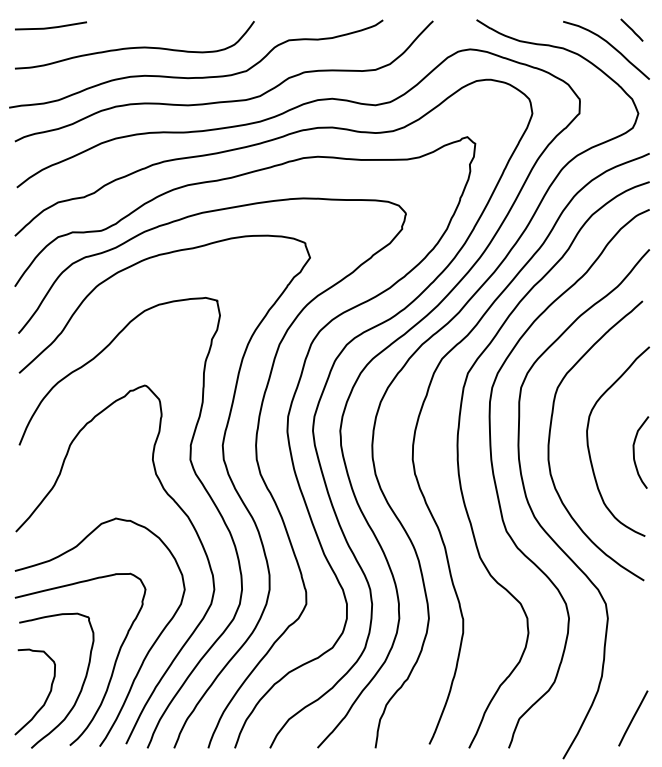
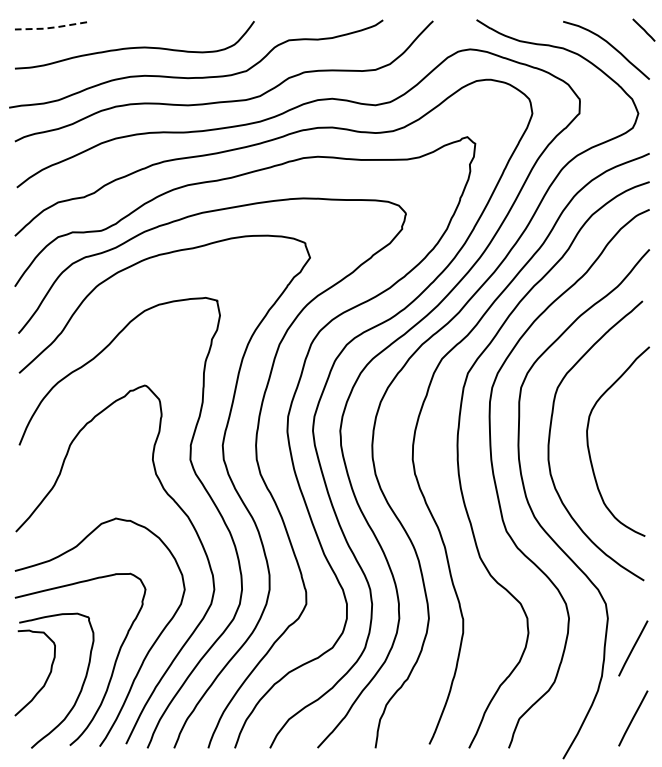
line at (51, 27): solid -> dashed
line at (631, 29) position: (631, 29) -> (643, 29)
curve at (634, 452): present -> none
line at (633, 648): none -> present
curve at (46, 697) position: (46, 697) -> (46, 678)
